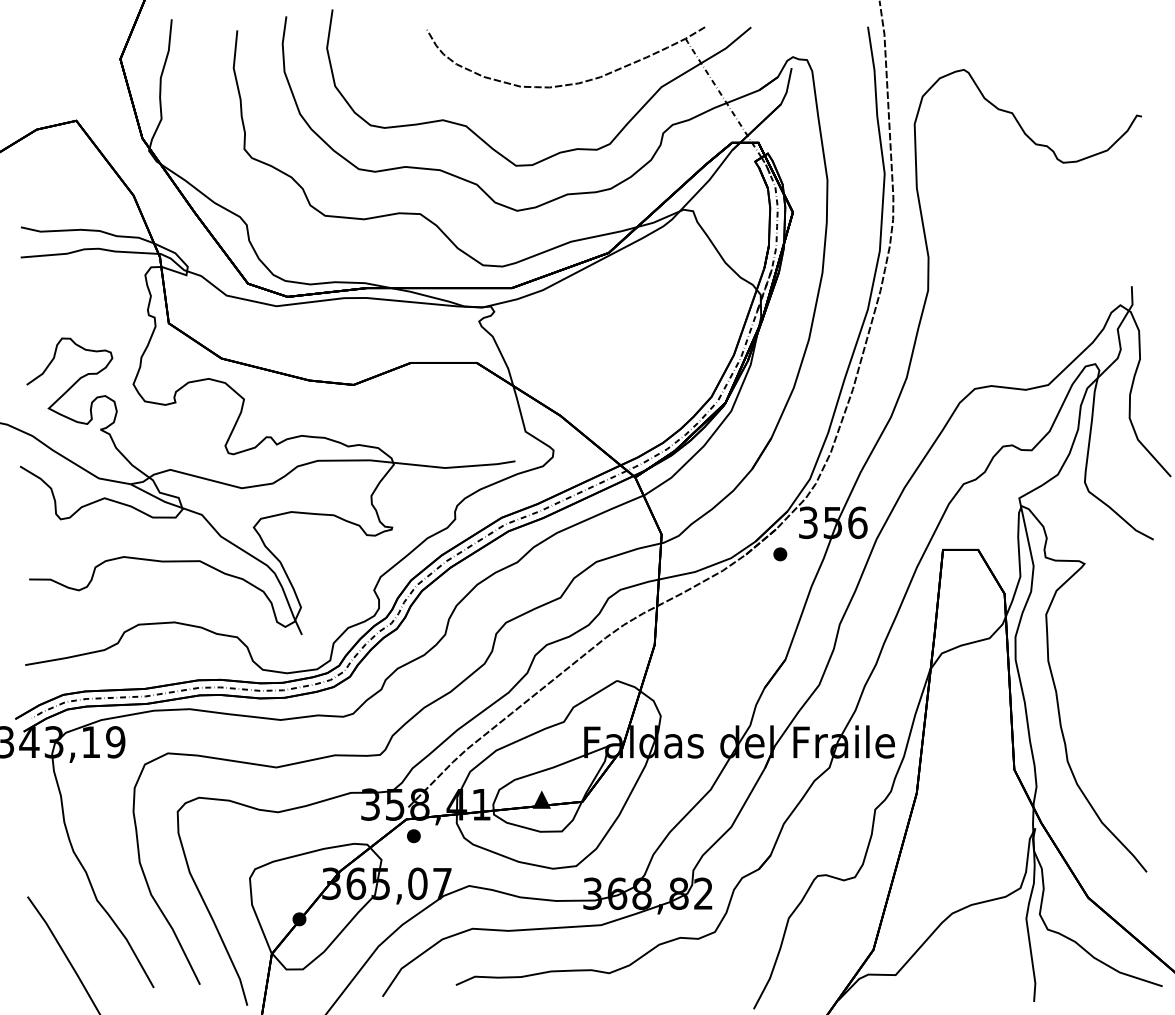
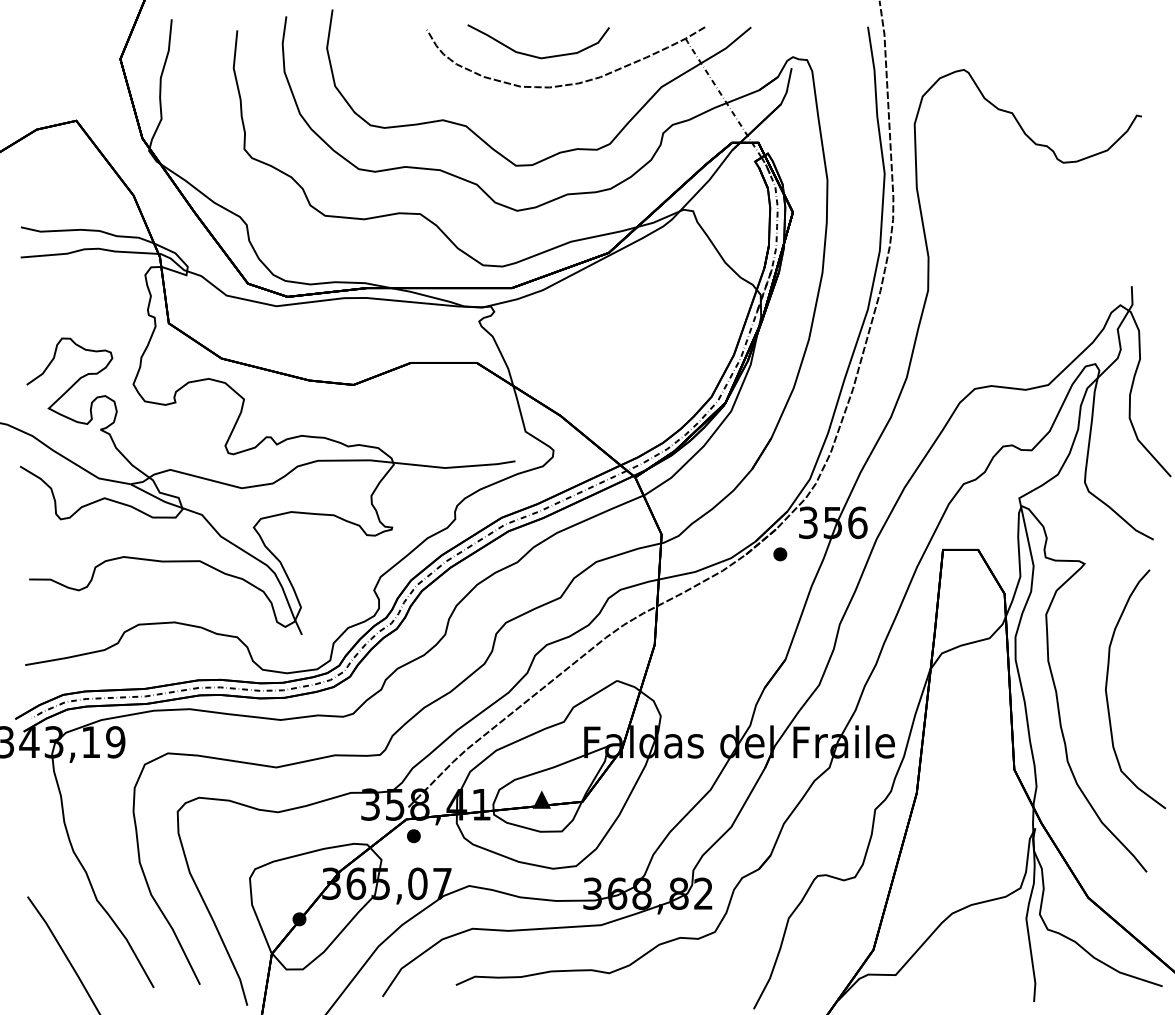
curve at (534, 55): none -> present
curve at (1107, 686): none -> present
